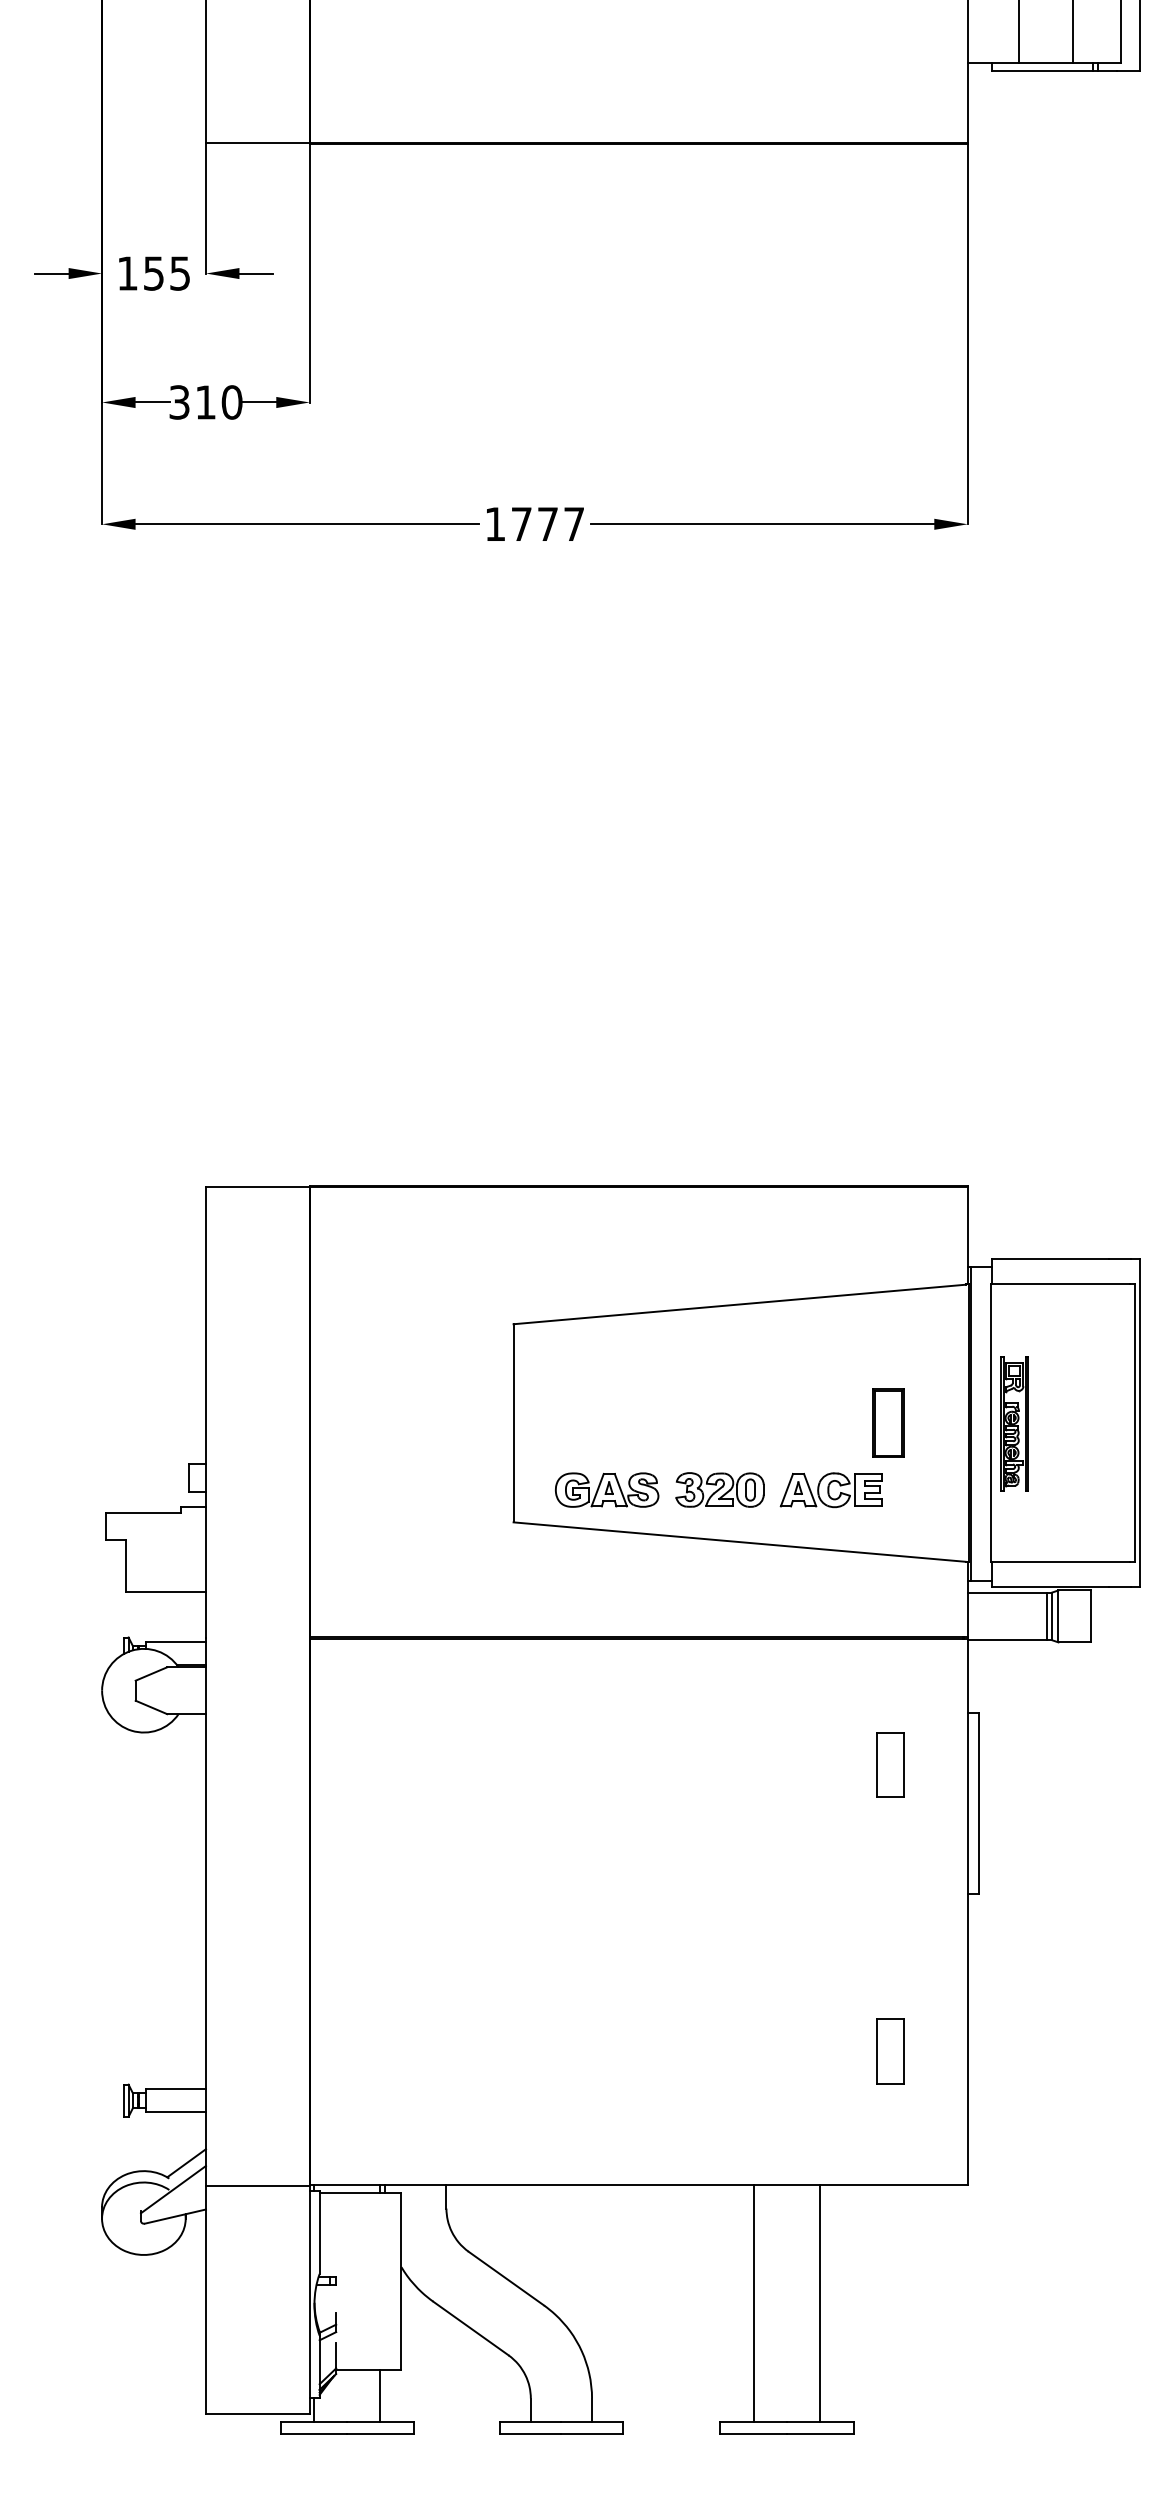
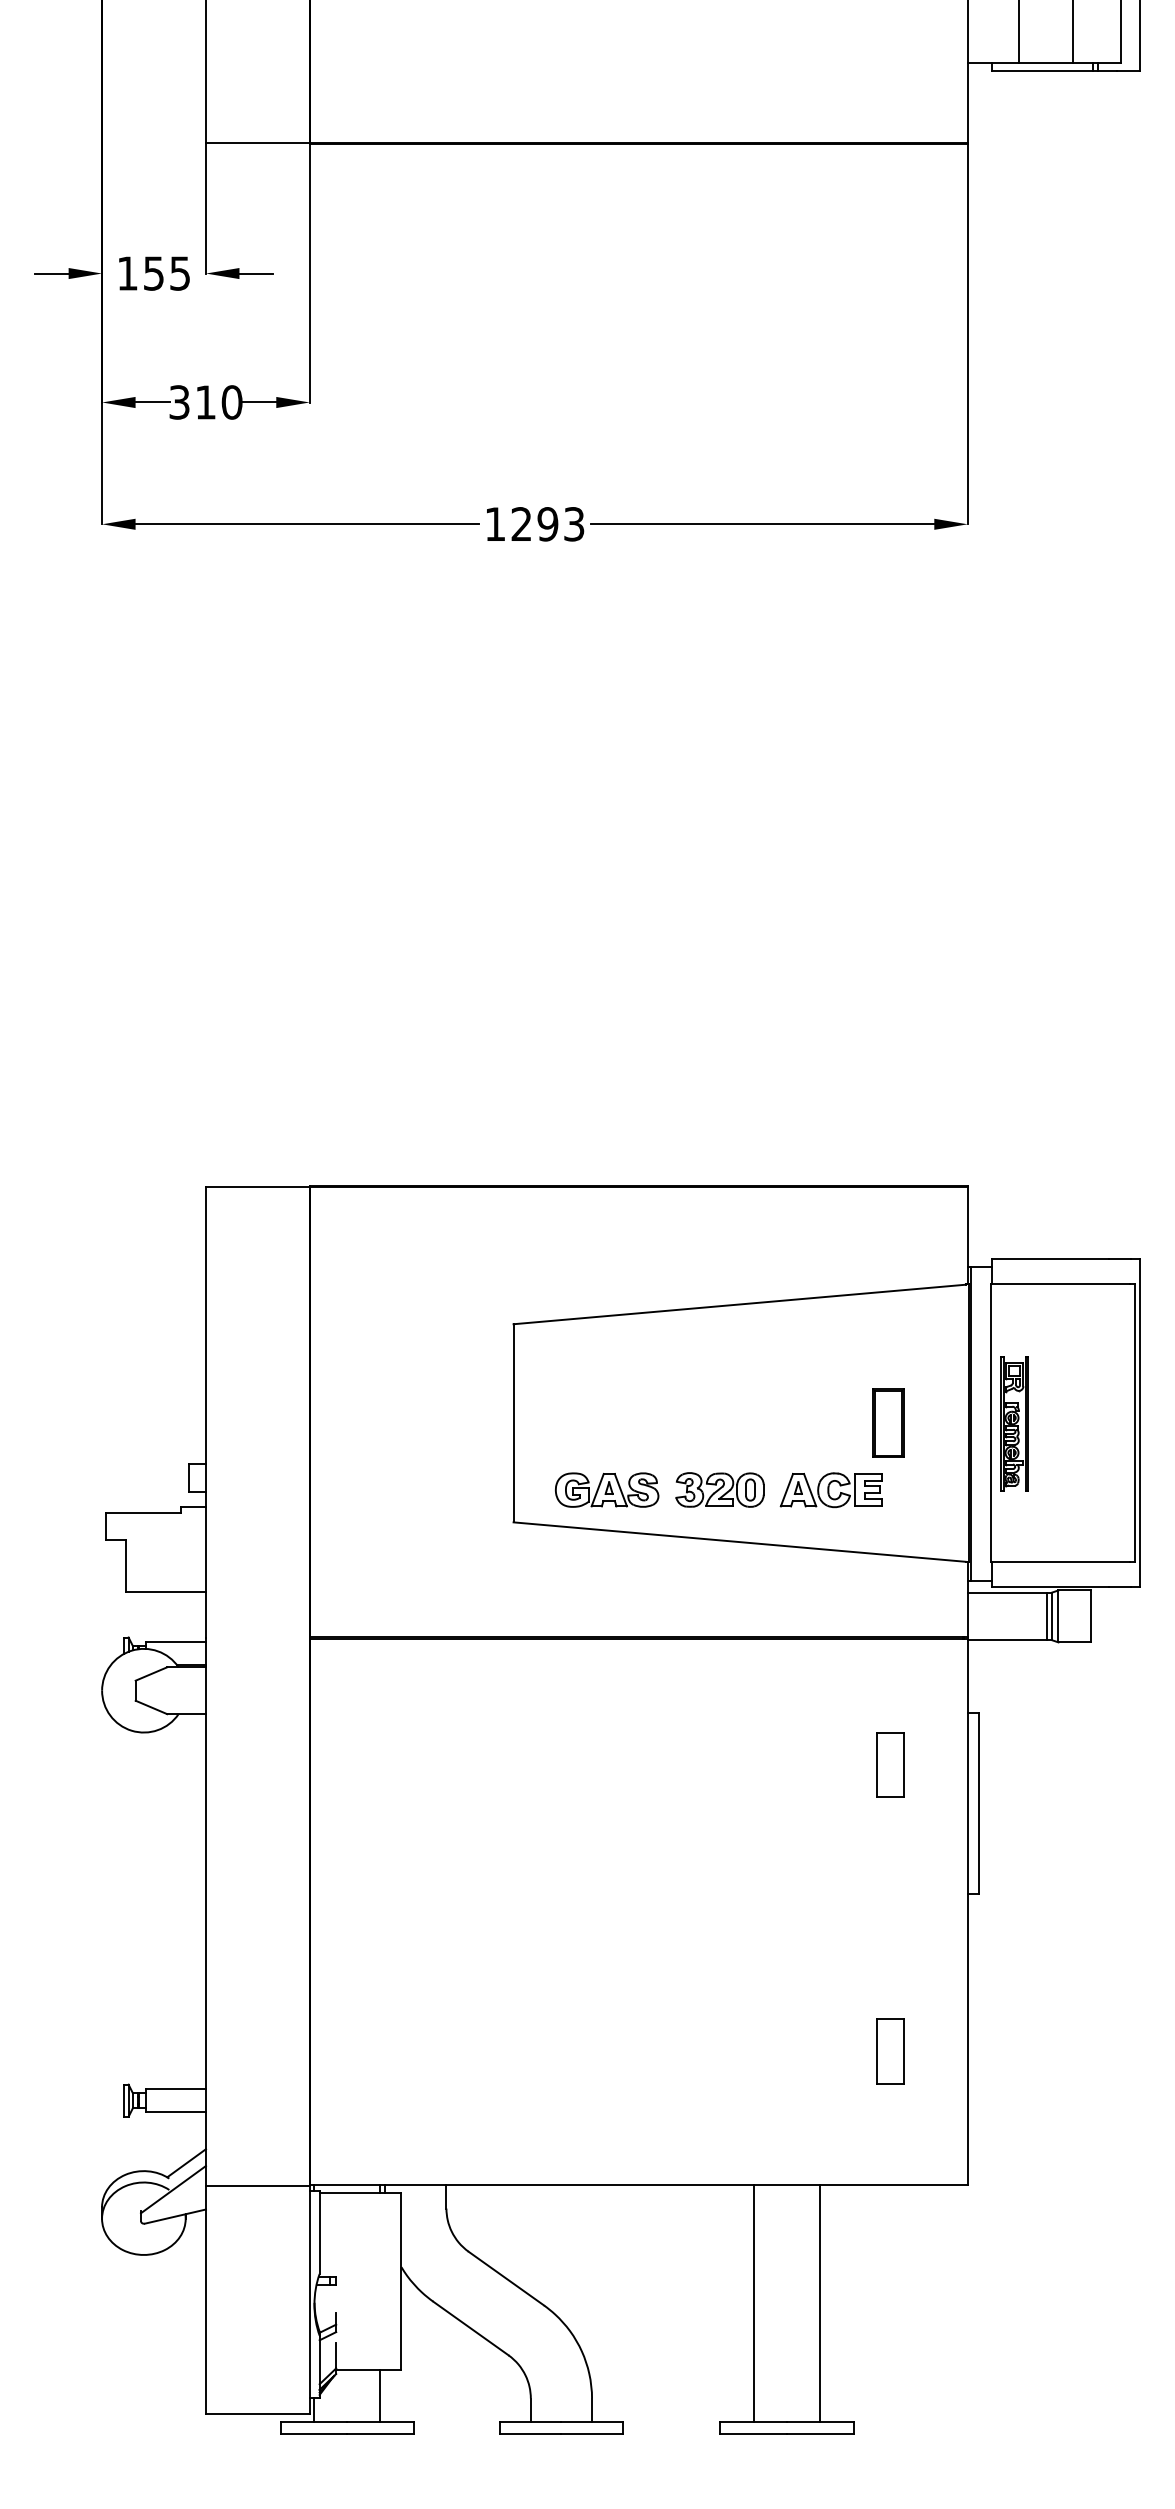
text at (547, 524): 1777 -> 1293
